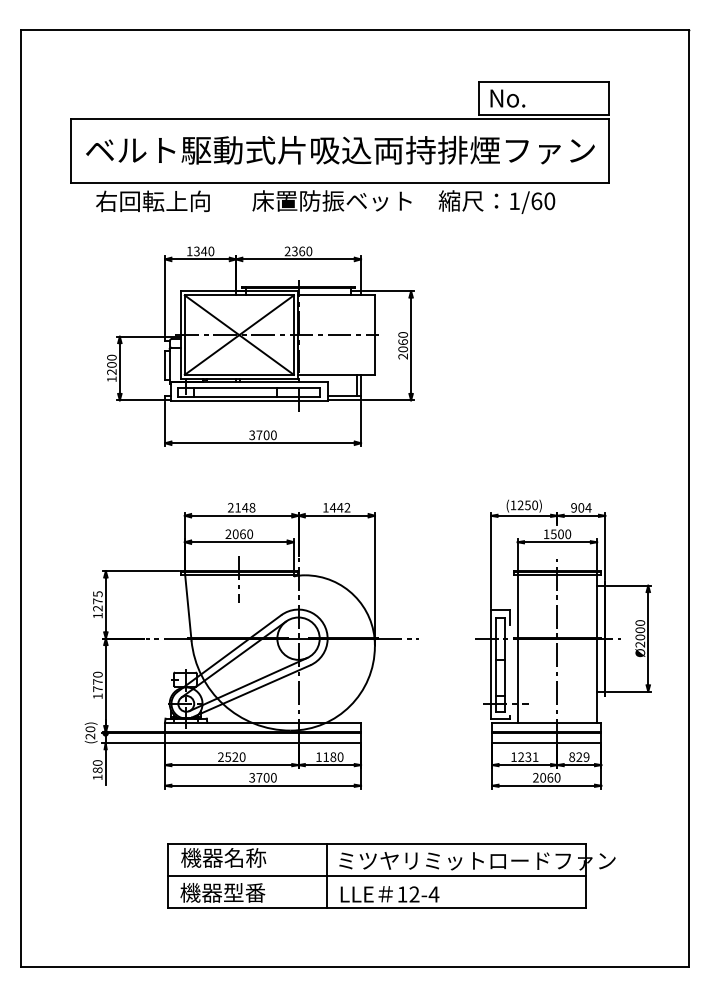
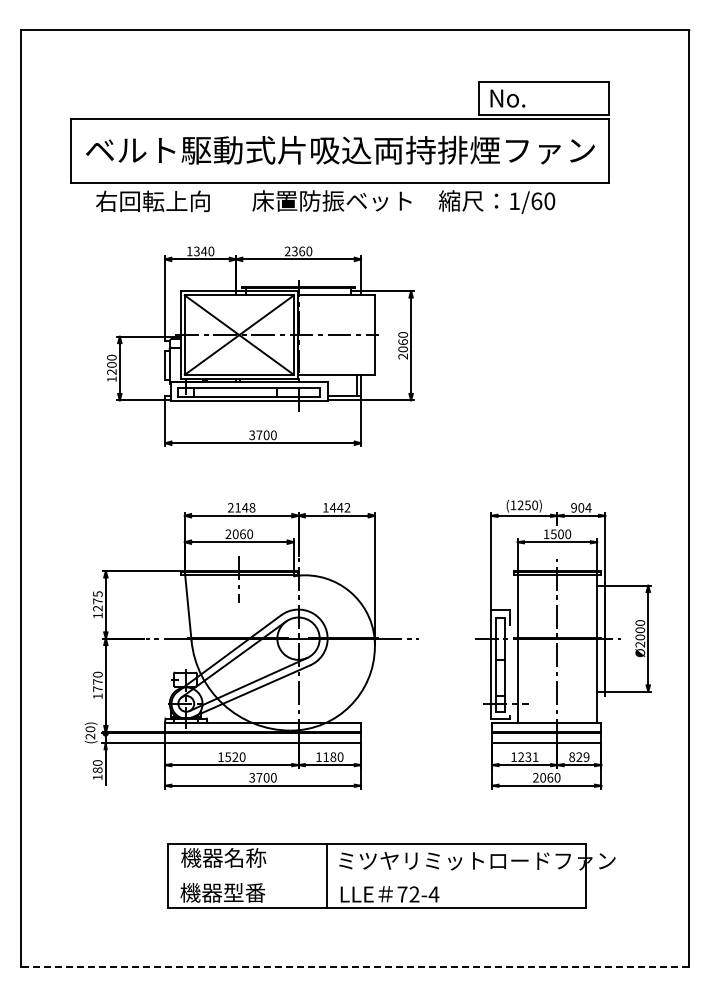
text at (220, 756): 2520 -> 1520
line at (377, 876): present -> none
text at (402, 894): 12-4 -> 72-4
line at (355, 967): solid -> dashed
